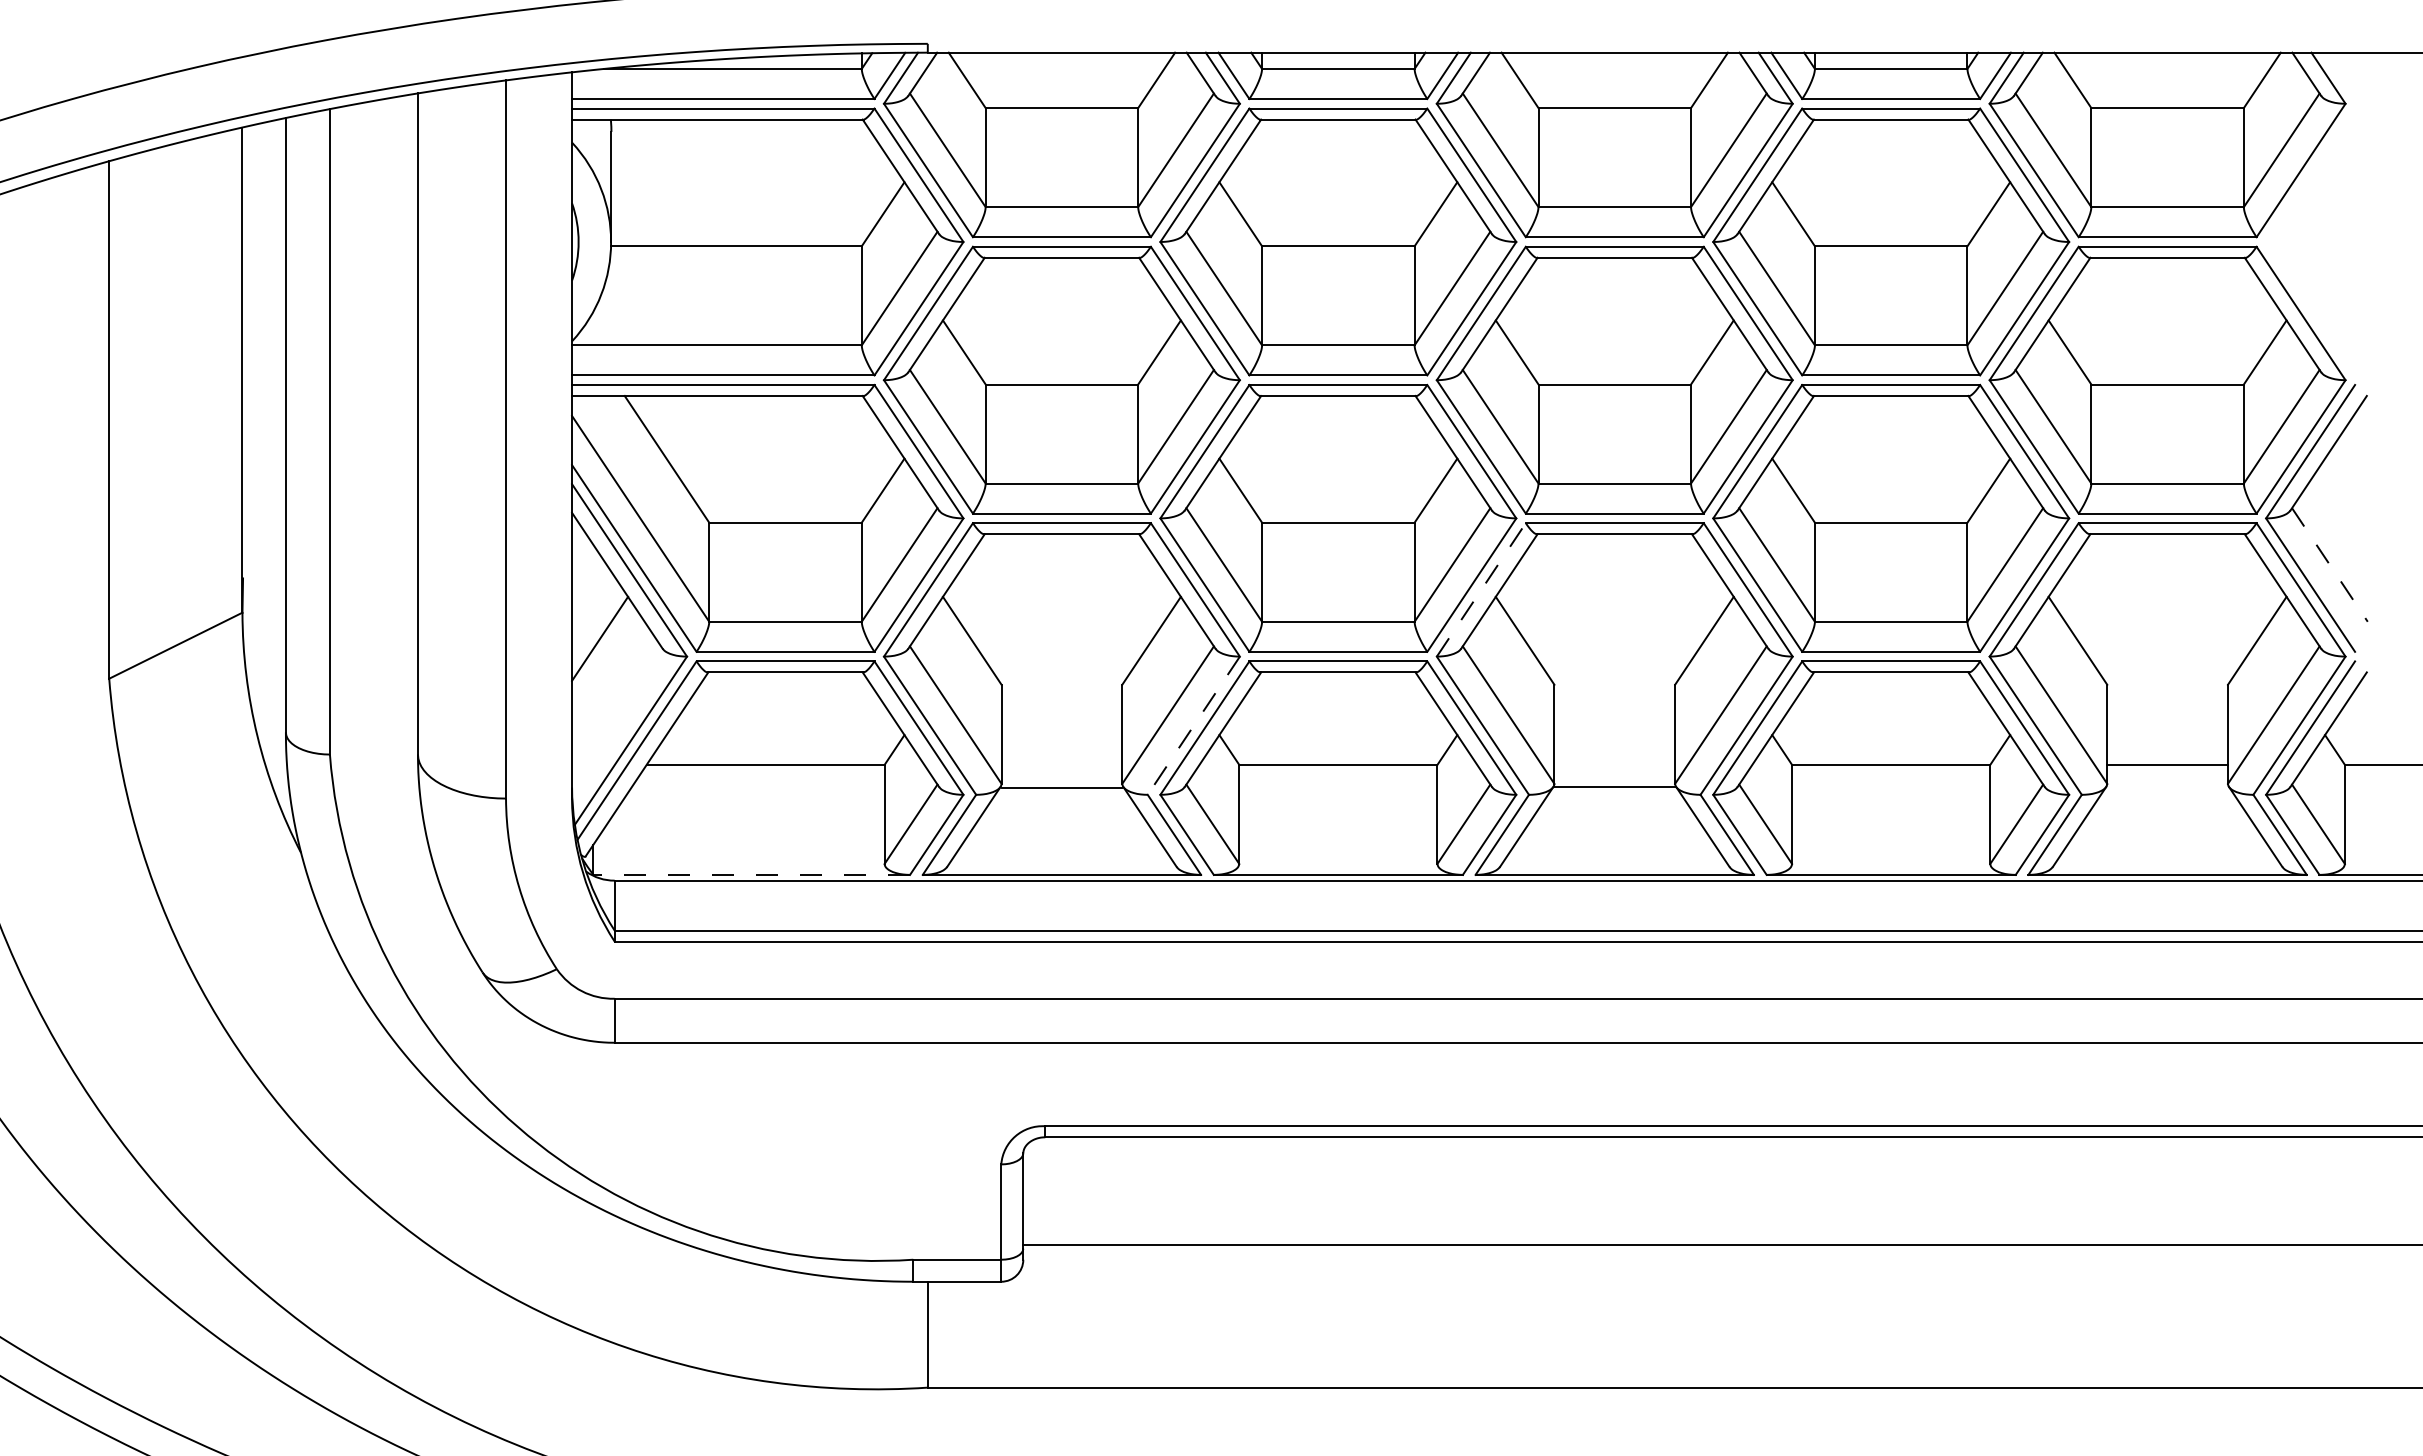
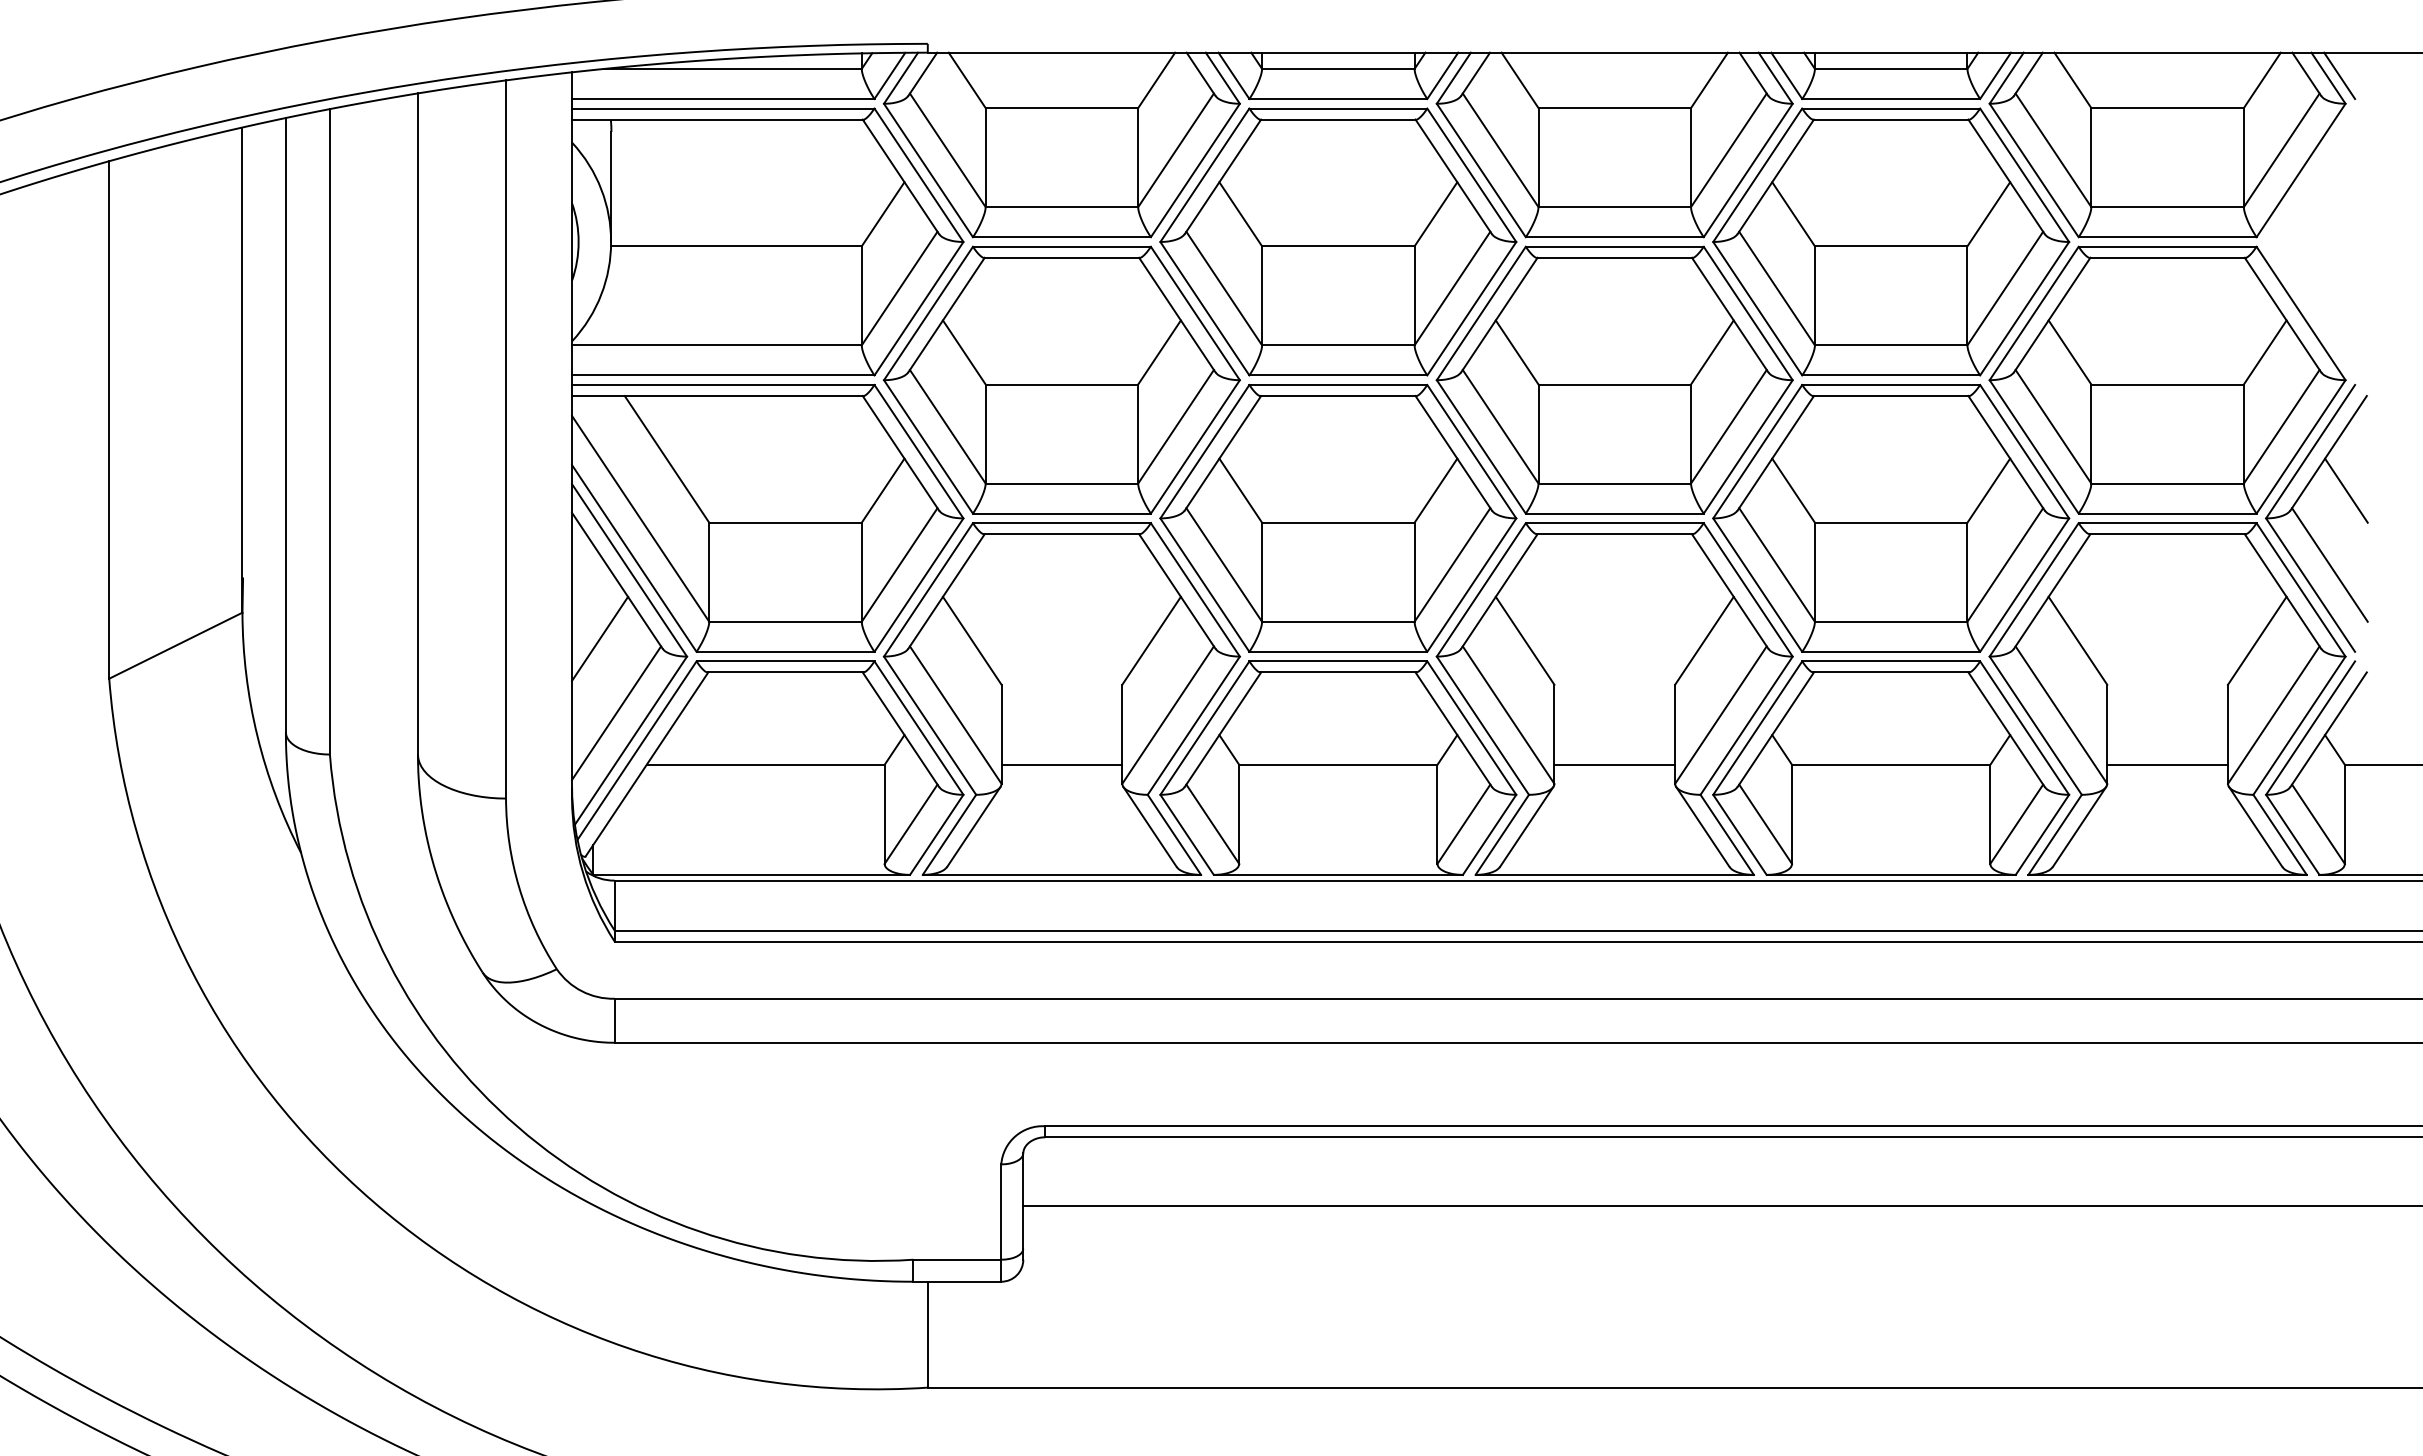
line at (2339, 75): none -> present
line at (2346, 490): none -> present
line at (2330, 565): dashed -> solid
line at (1481, 589): dashed -> solid
line at (616, 712): none -> present
line at (1193, 726): dashed -> solid
line at (1614, 786) position: (1614, 786) -> (1614, 764)
line at (1061, 787) position: (1061, 787) -> (1061, 764)
line at (751, 874): dashed -> solid
line at (1721, 1245) position: (1721, 1245) -> (1721, 1206)
